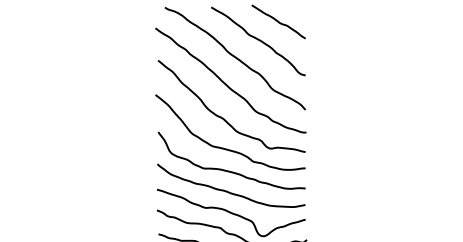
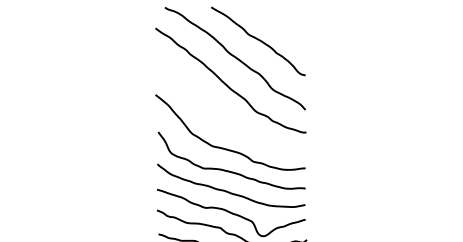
curve at (278, 21): present -> none
curve at (223, 117): present -> none
